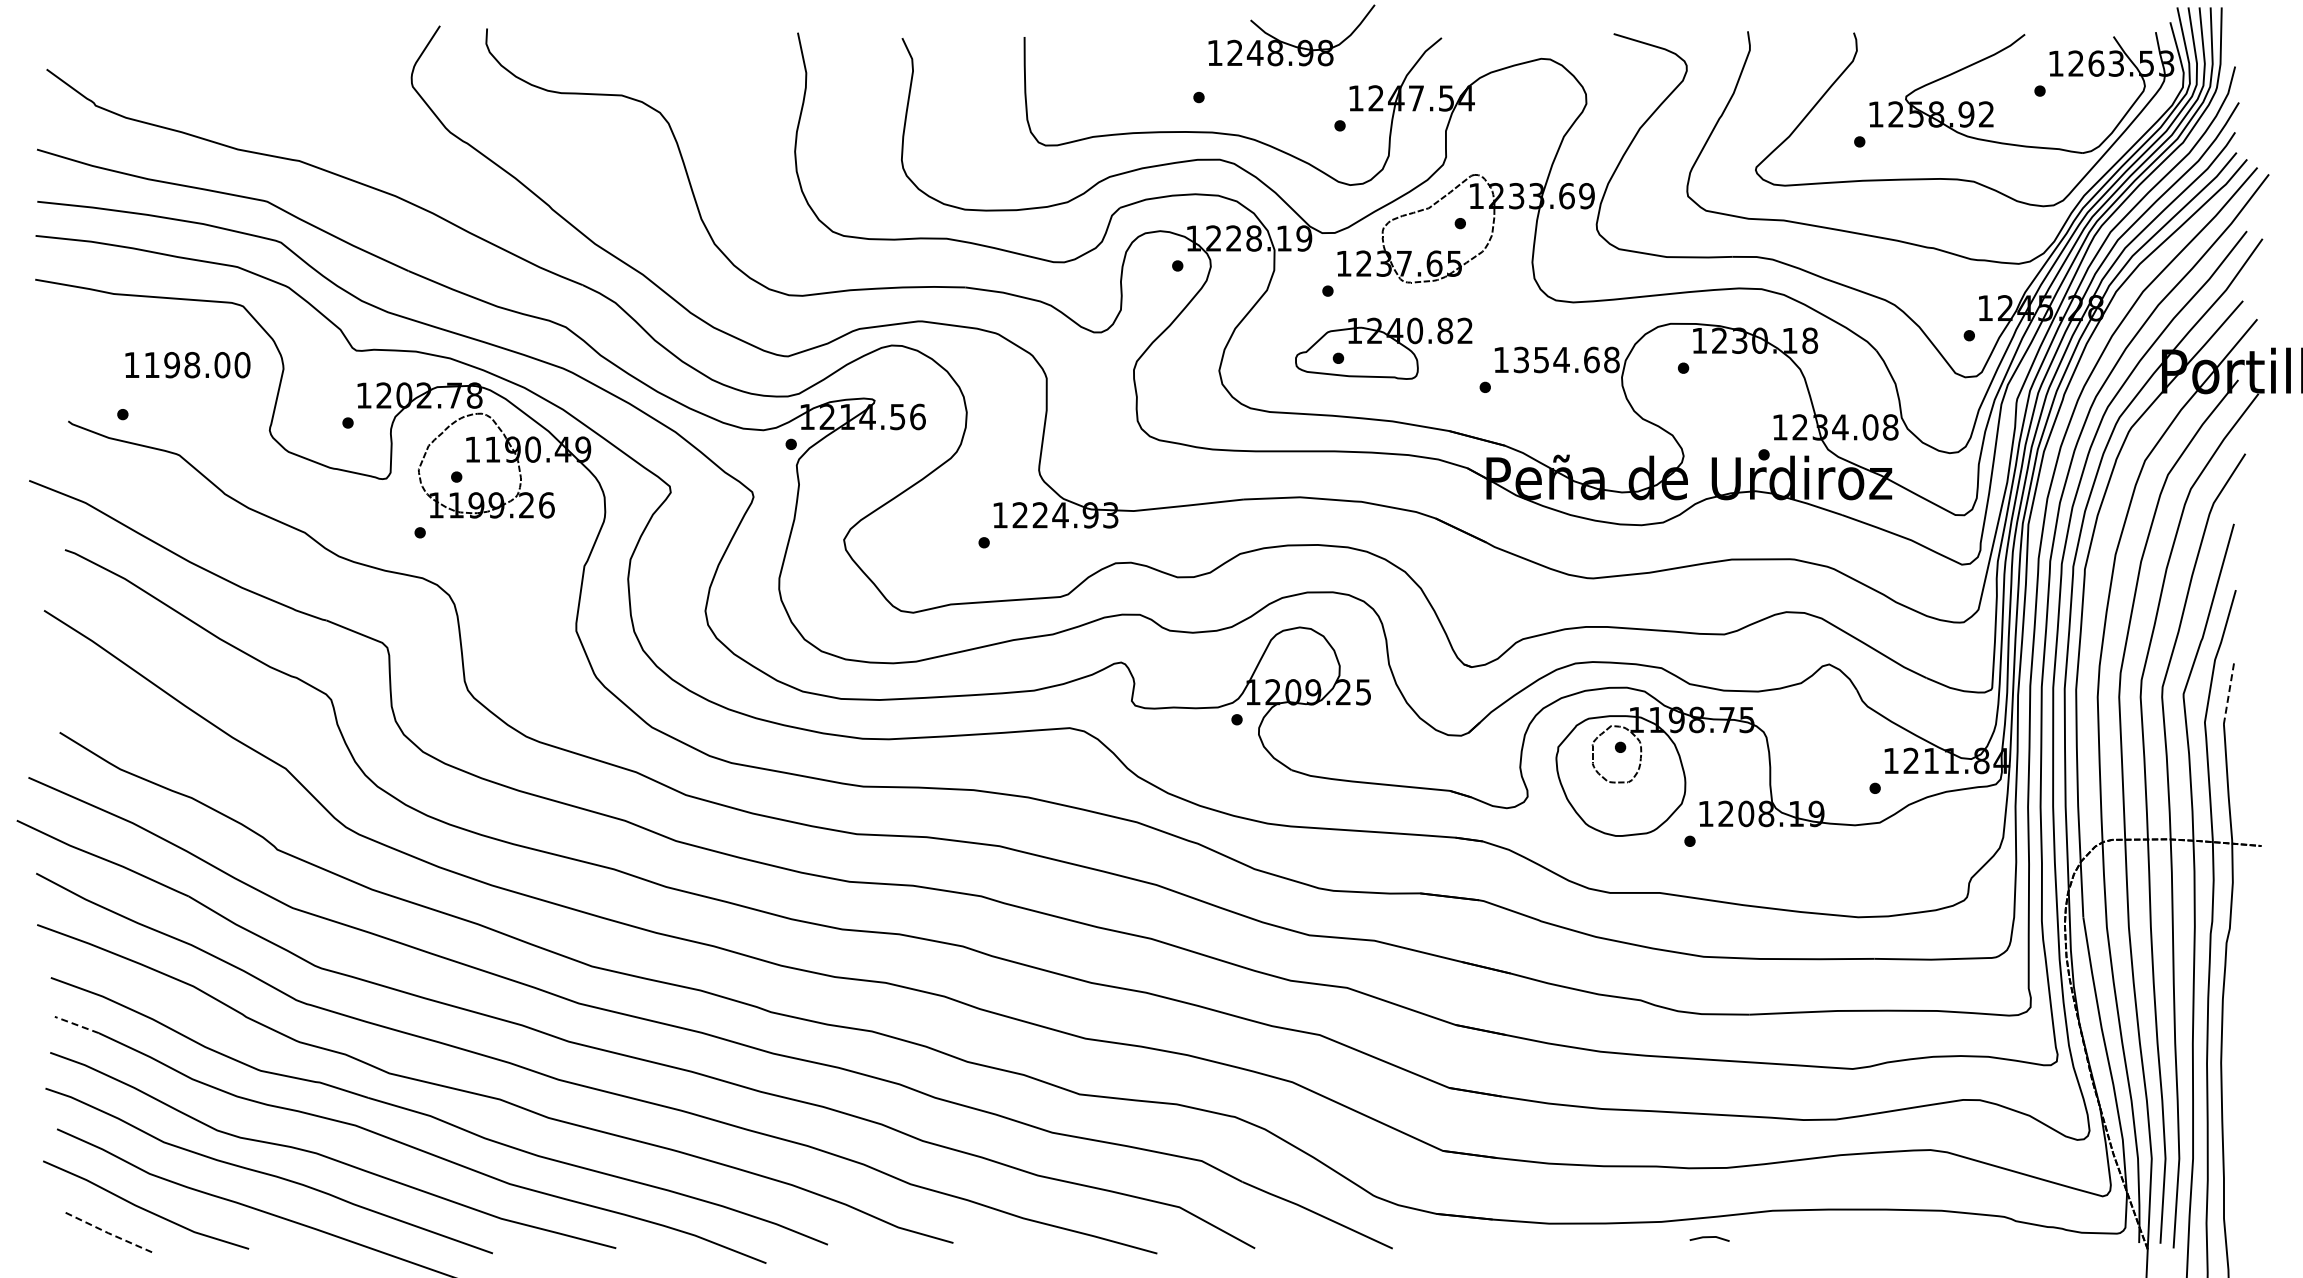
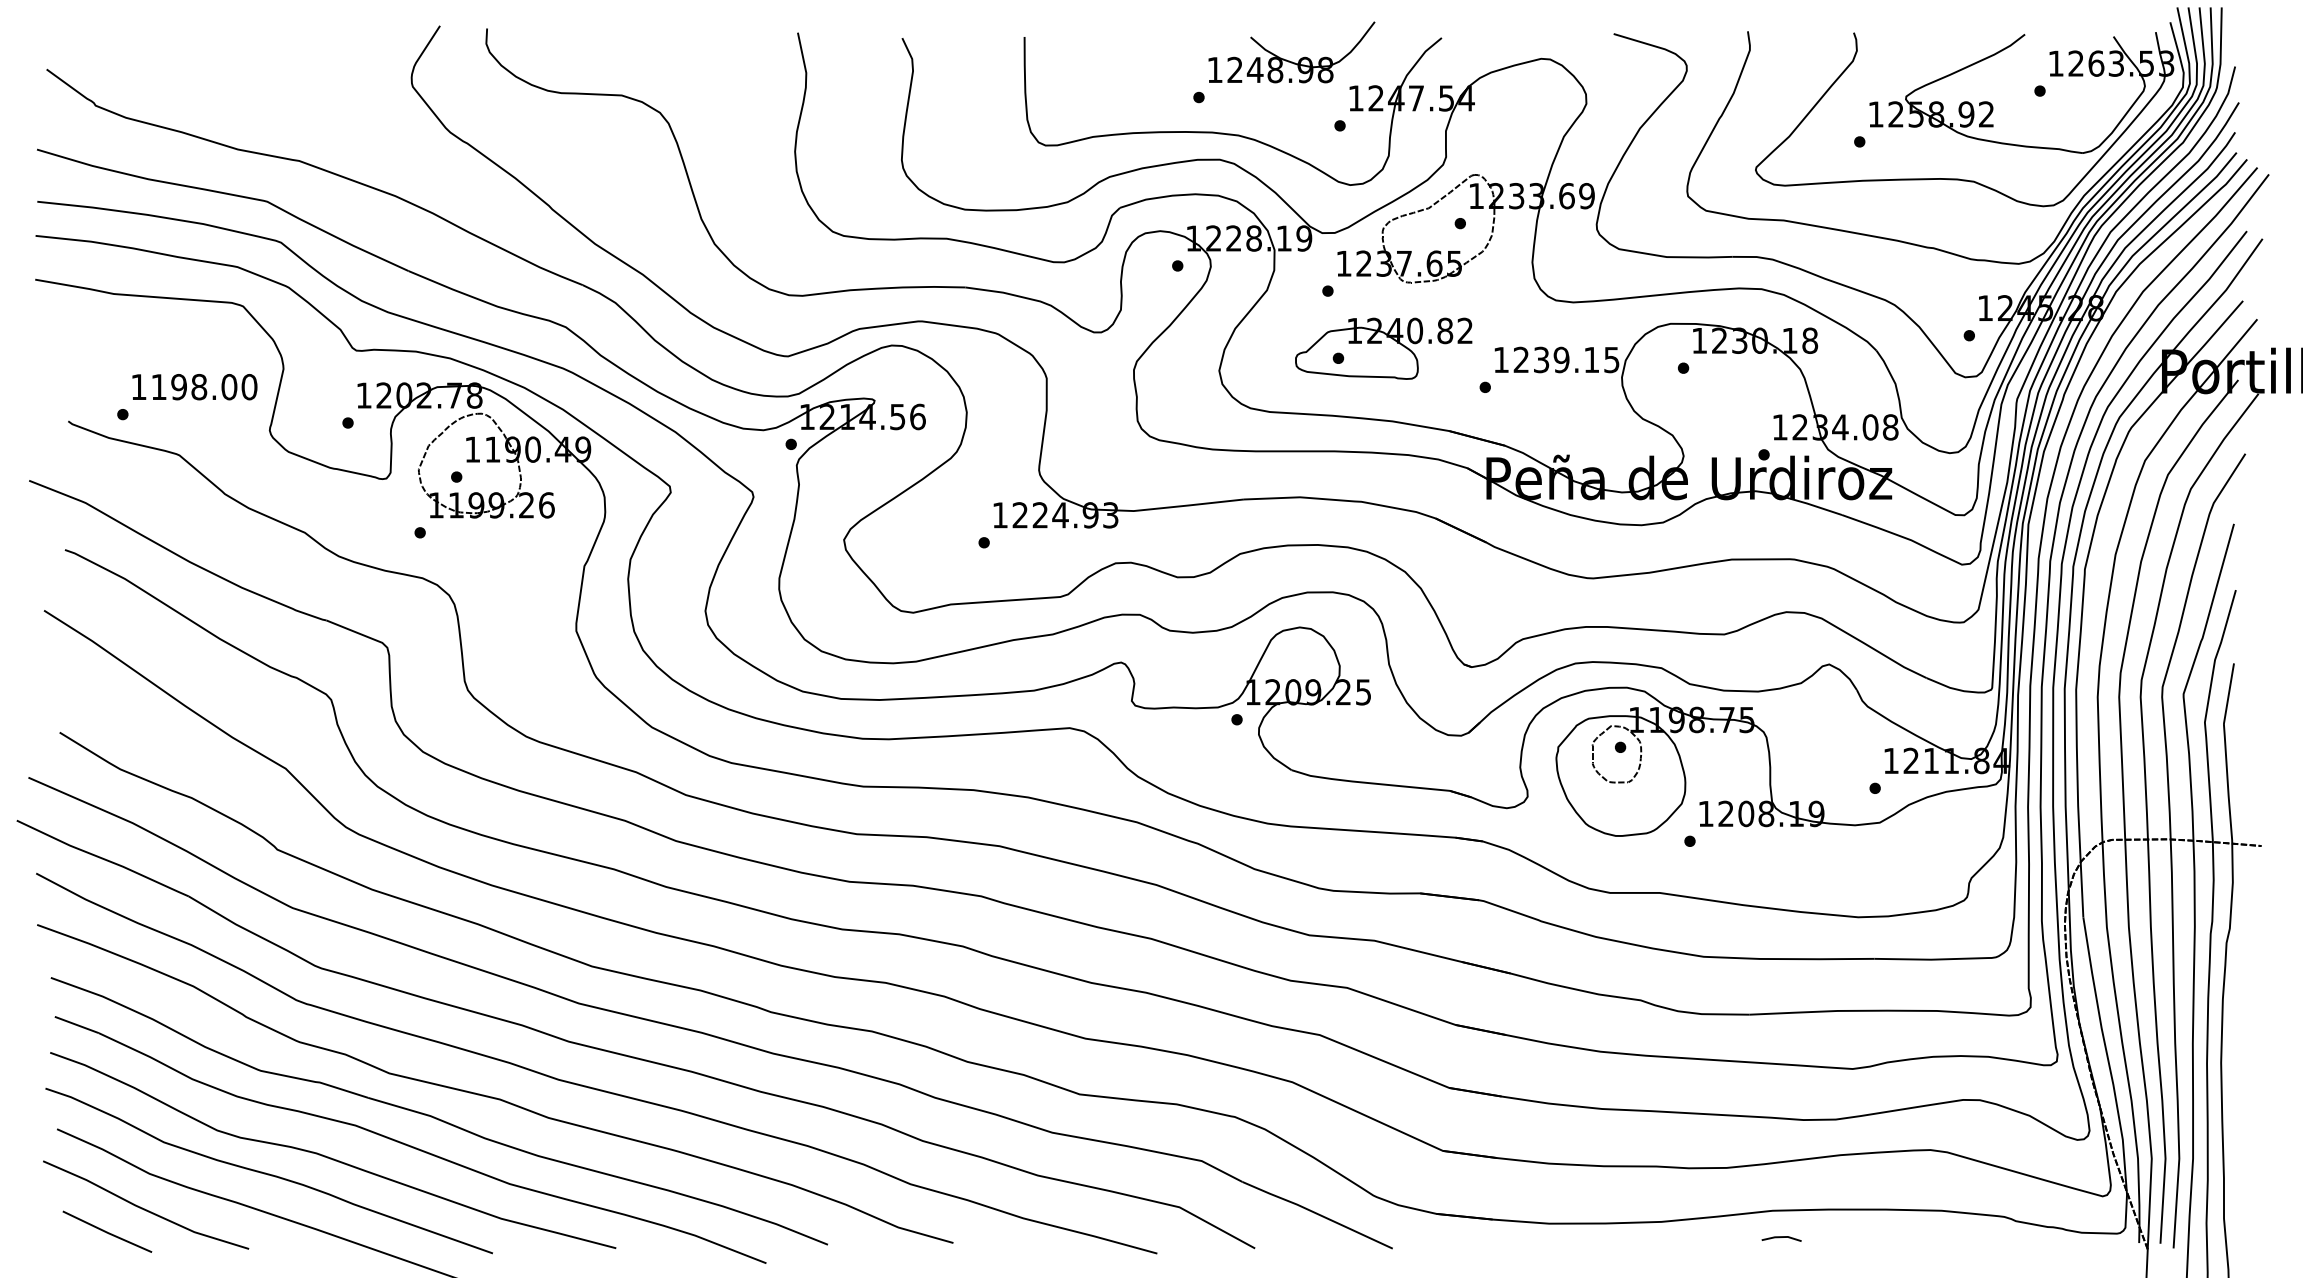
part at (1289, 43) position: (1289, 43) -> (1289, 60)
text at (1566, 359): 1354.68 -> 1239.15
text at (187, 365) position: (187, 365) -> (194, 387)
line at (2228, 693): dashed -> solid
line at (76, 1024): dashed -> solid
line at (107, 1232): dashed -> solid
line at (1709, 1237) position: (1709, 1237) -> (1781, 1237)
